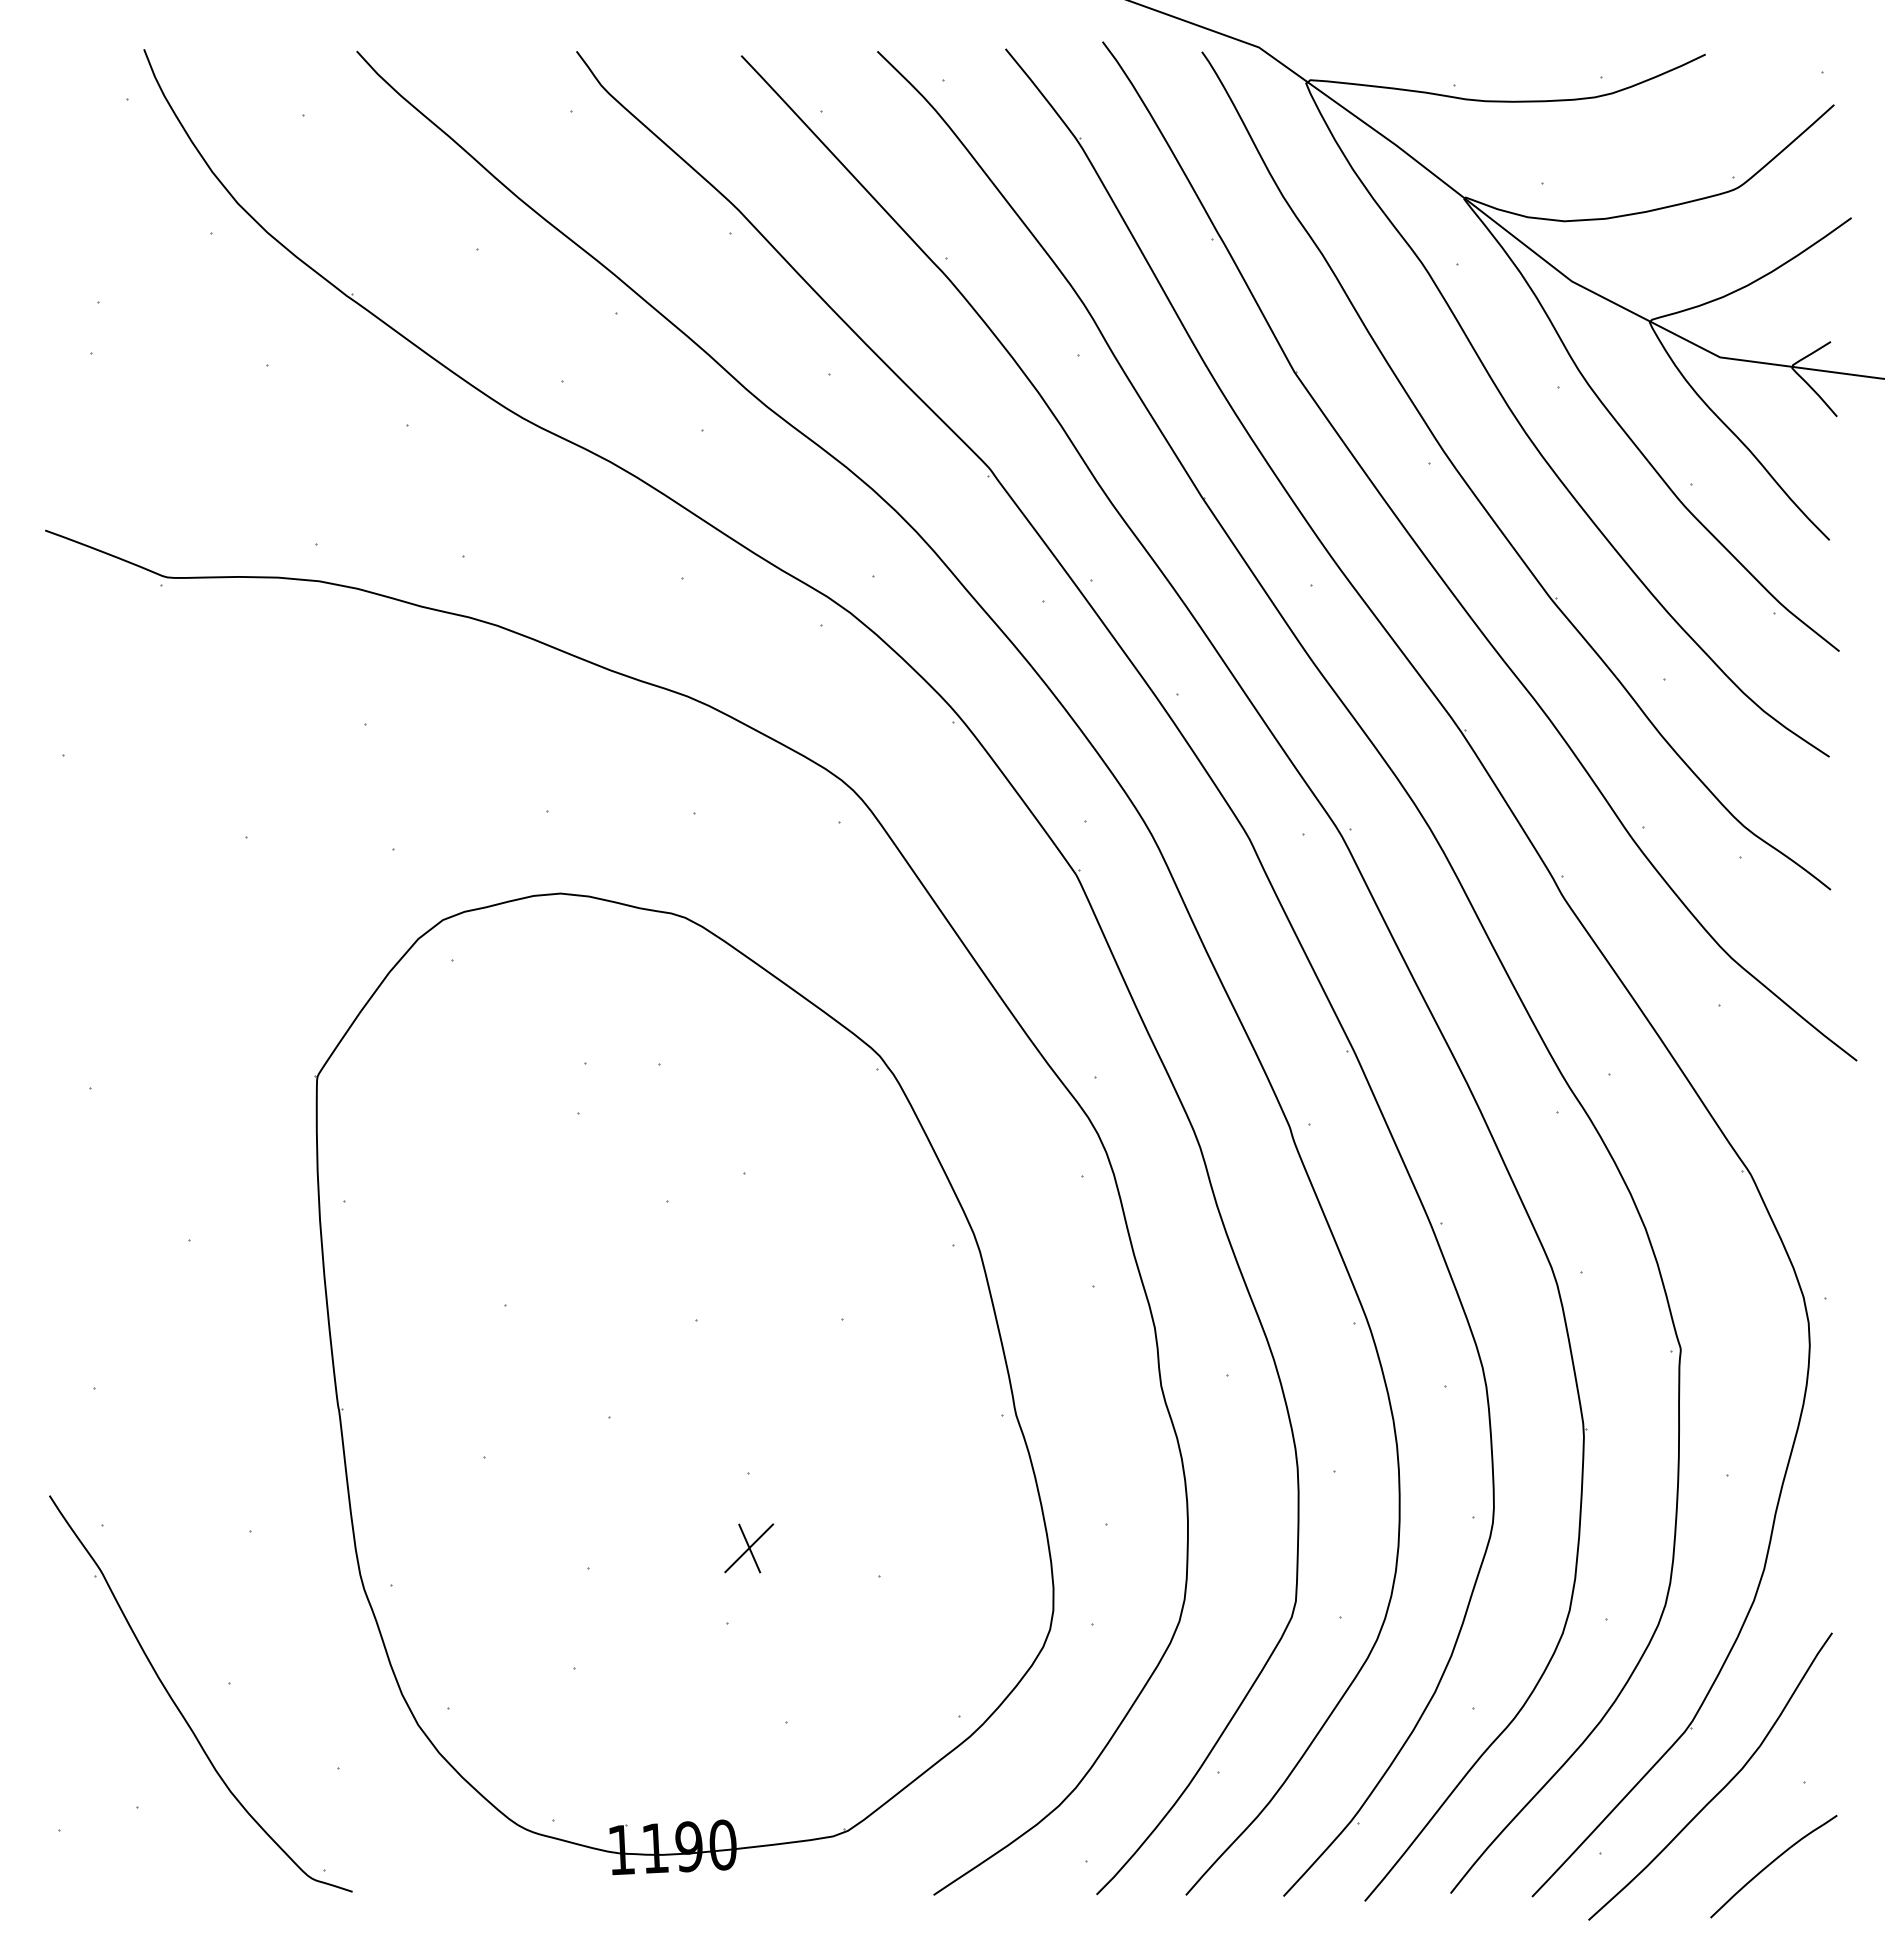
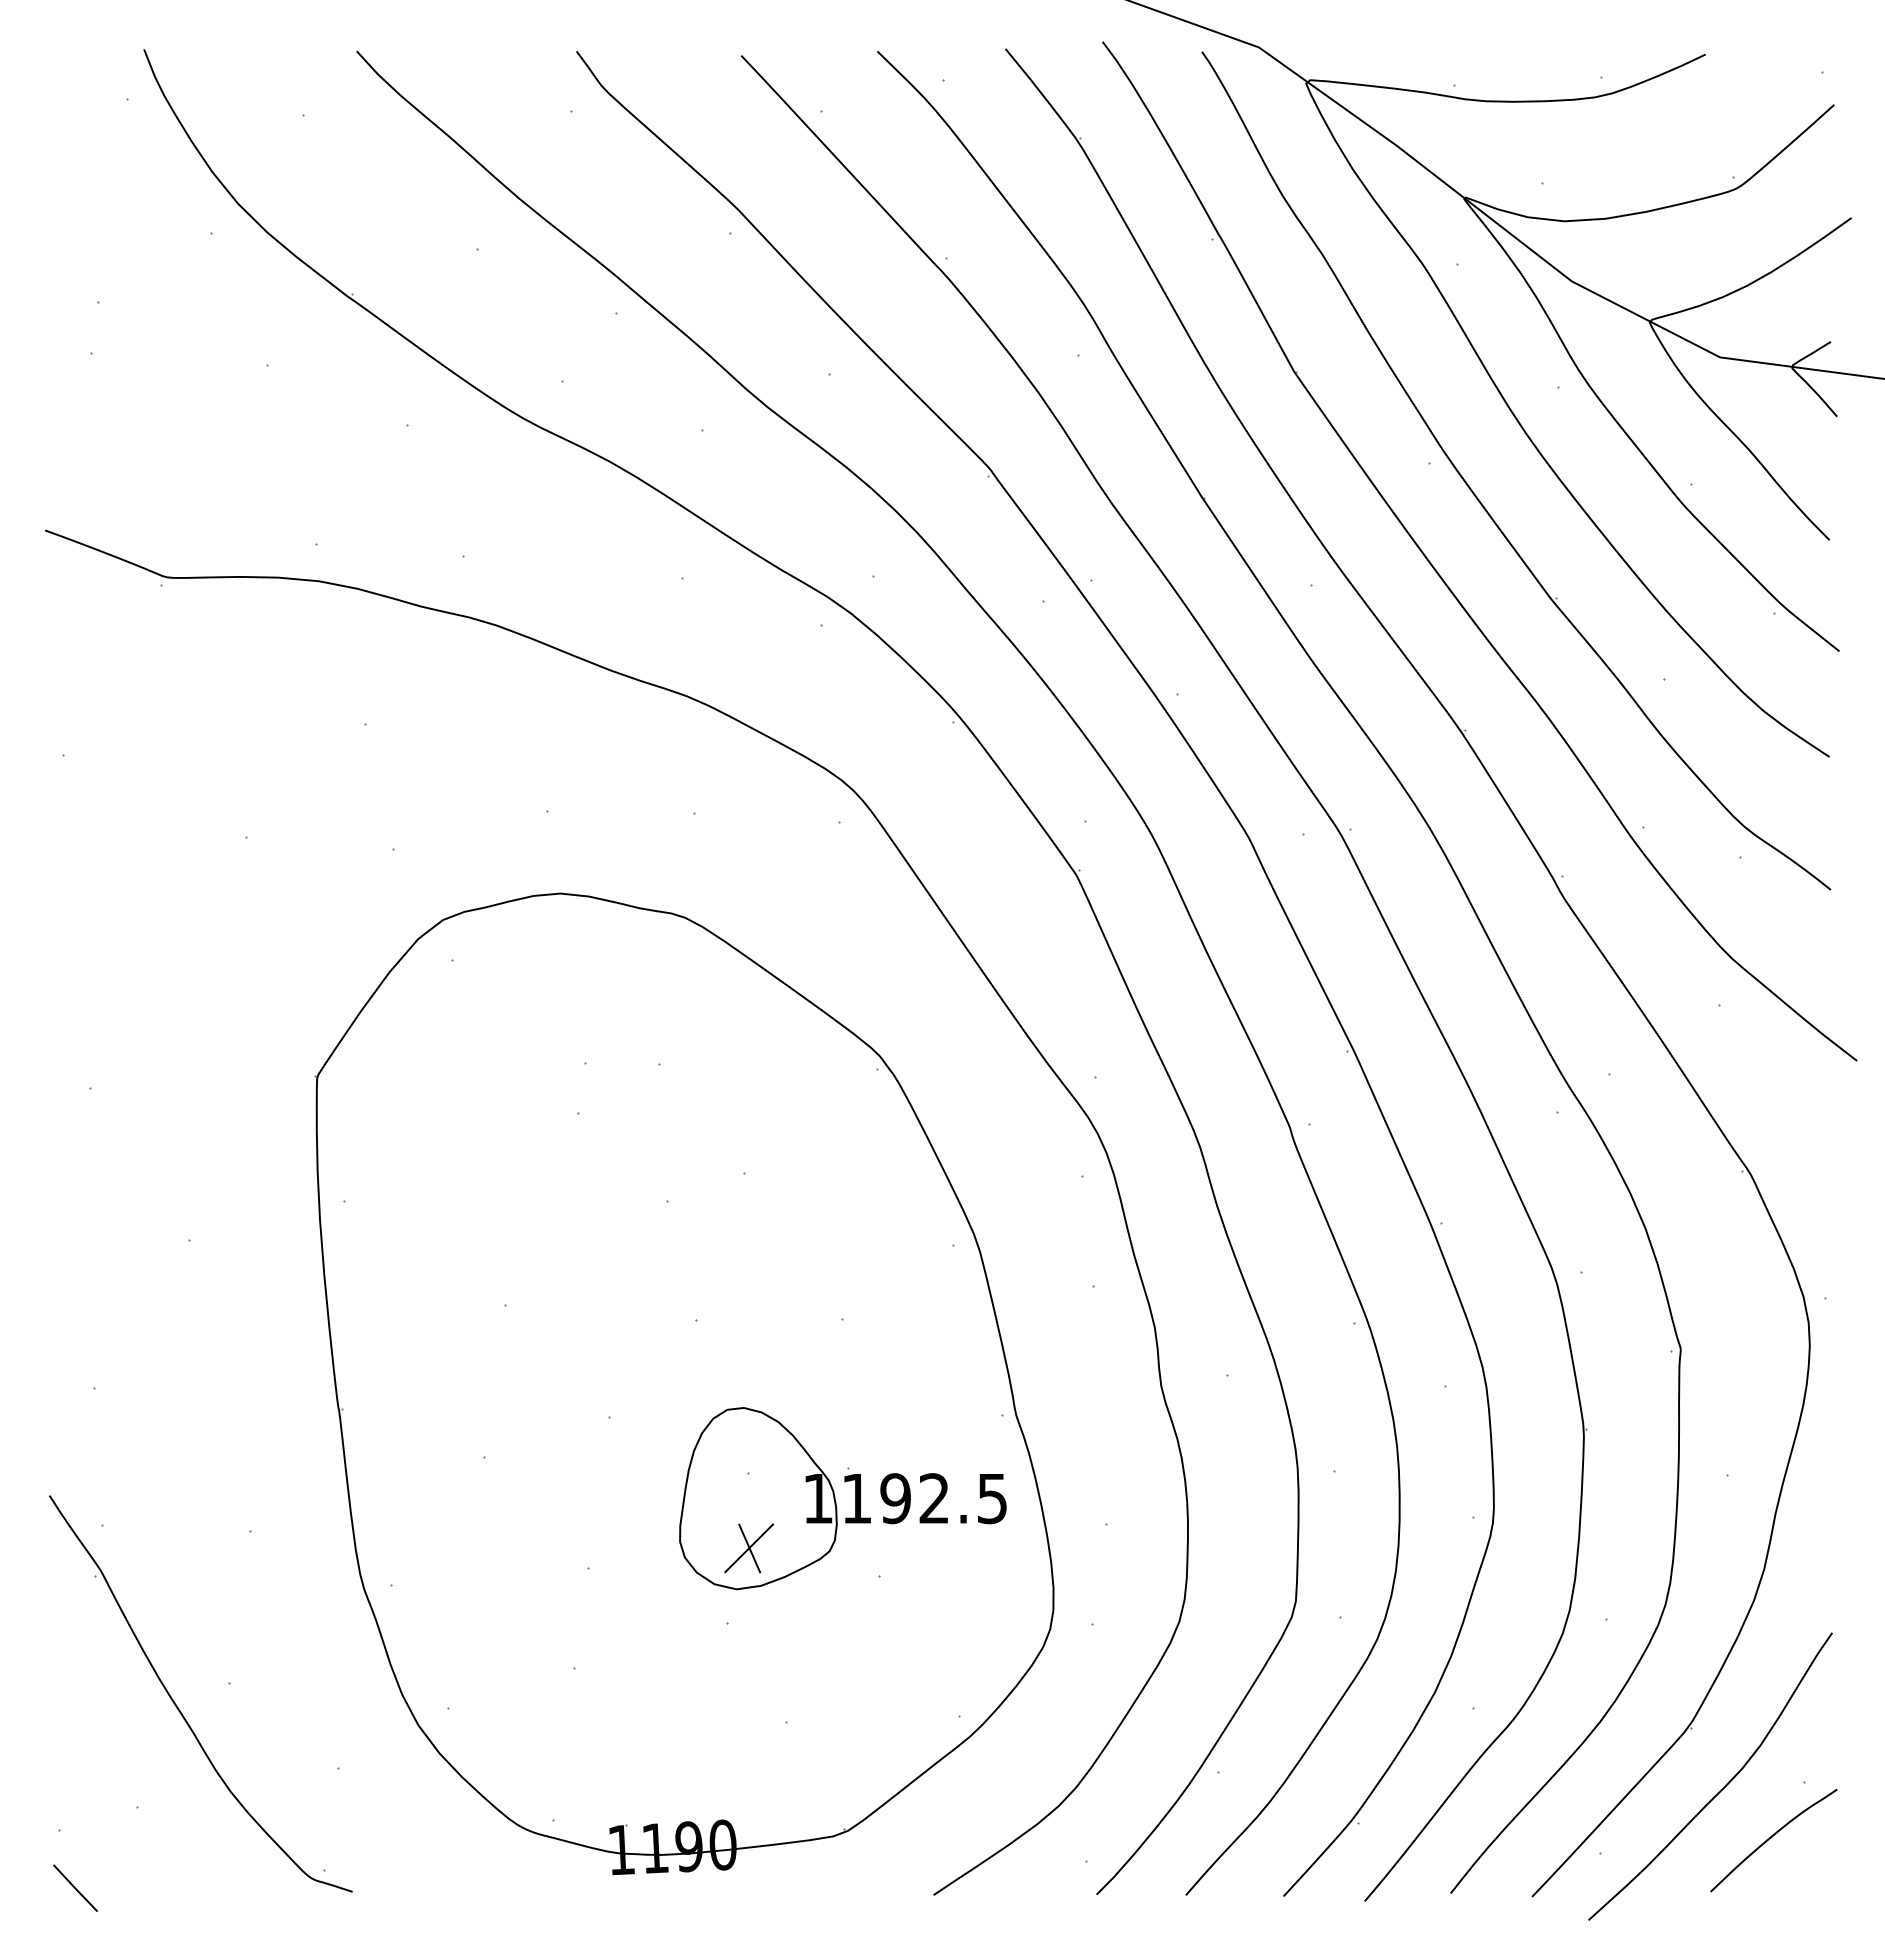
part at (835, 1498): none -> present
curve at (1771, 1864) position: (1771, 1864) -> (1771, 1838)
line at (75, 1887): none -> present
